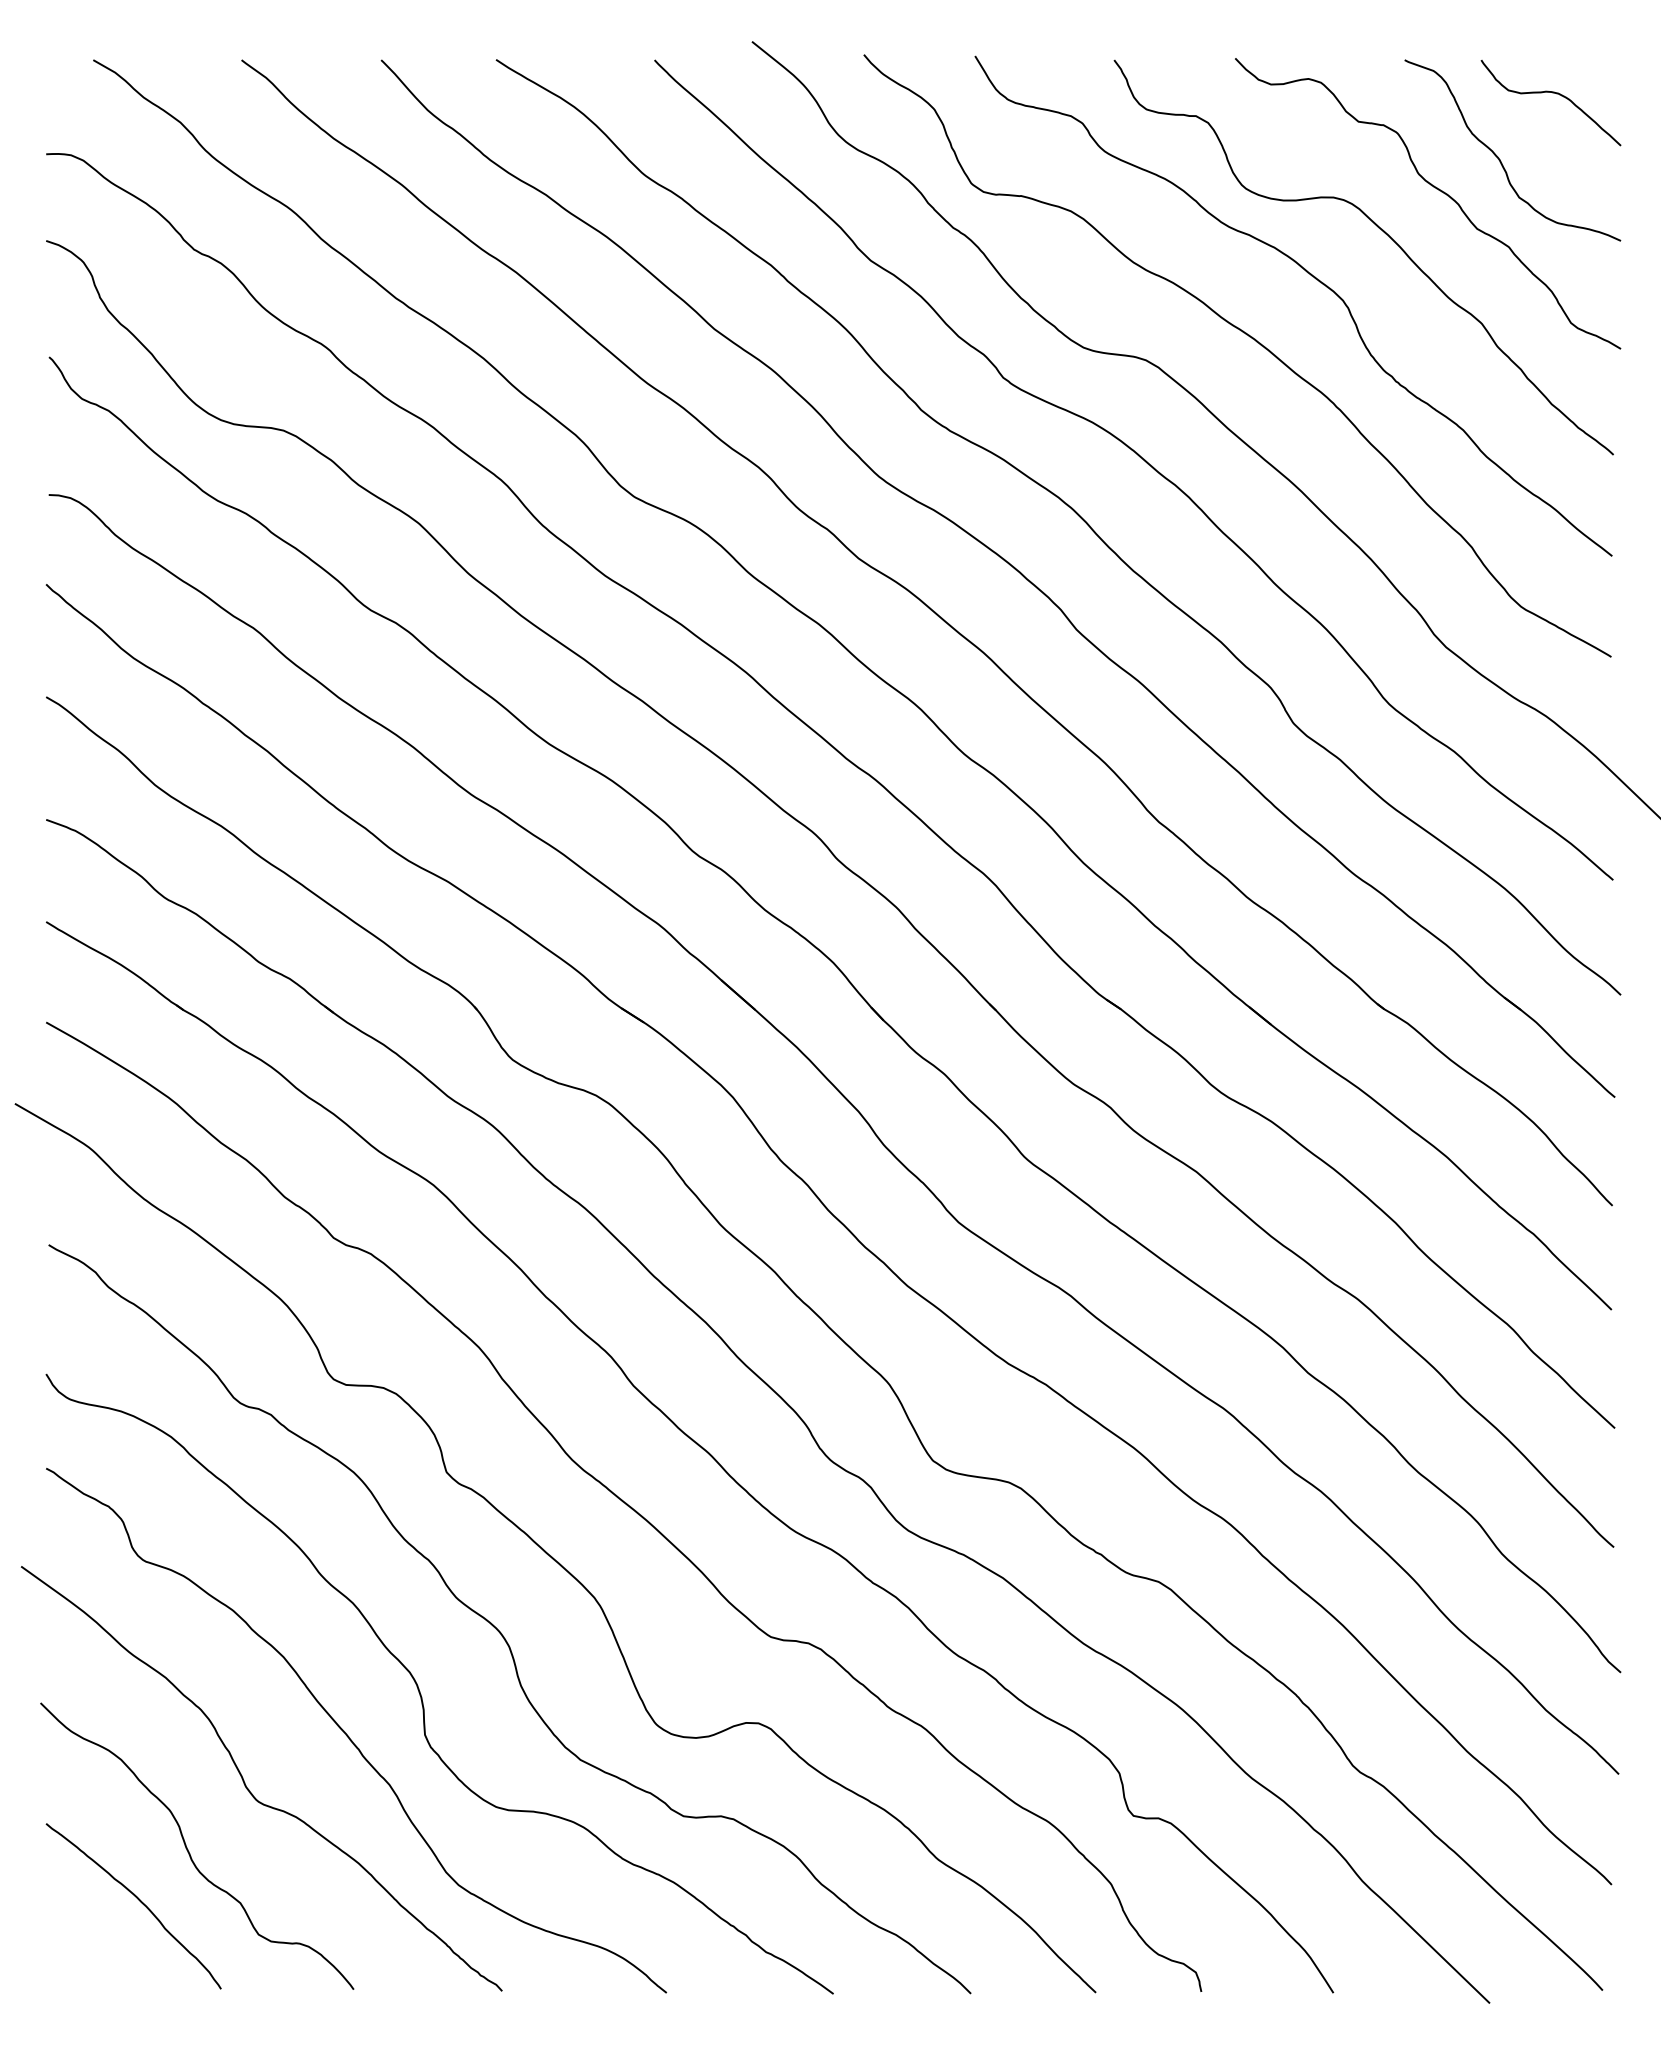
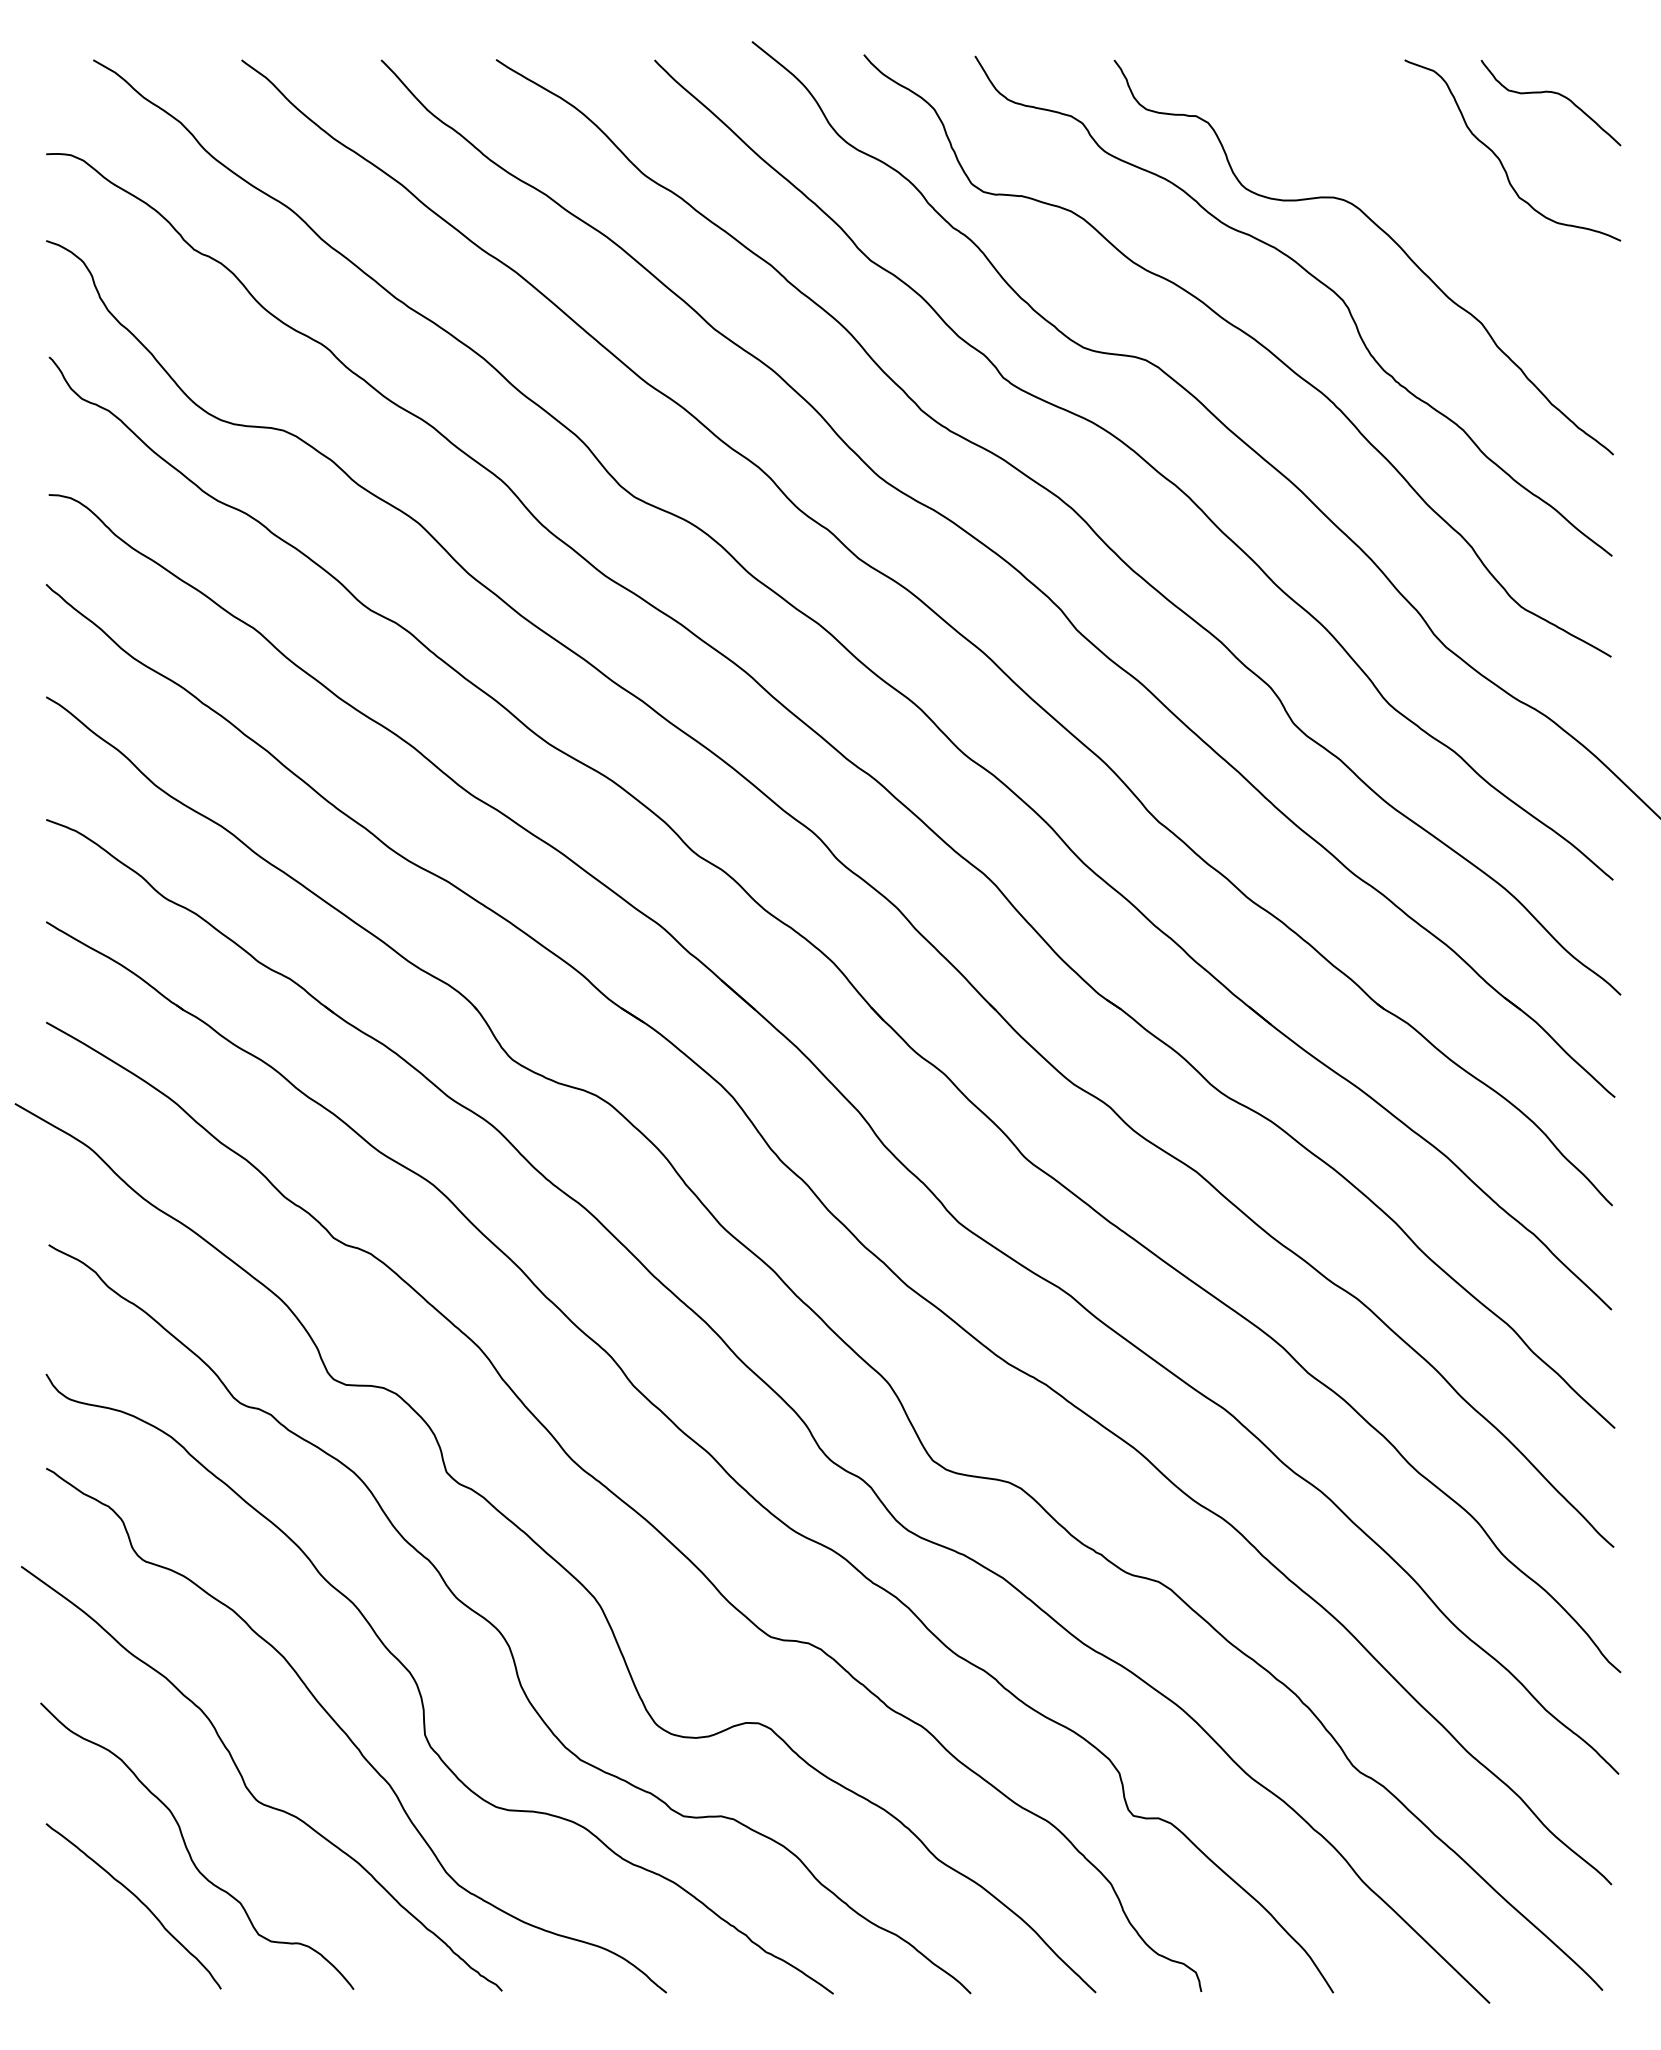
curve at (1436, 189): present -> none
